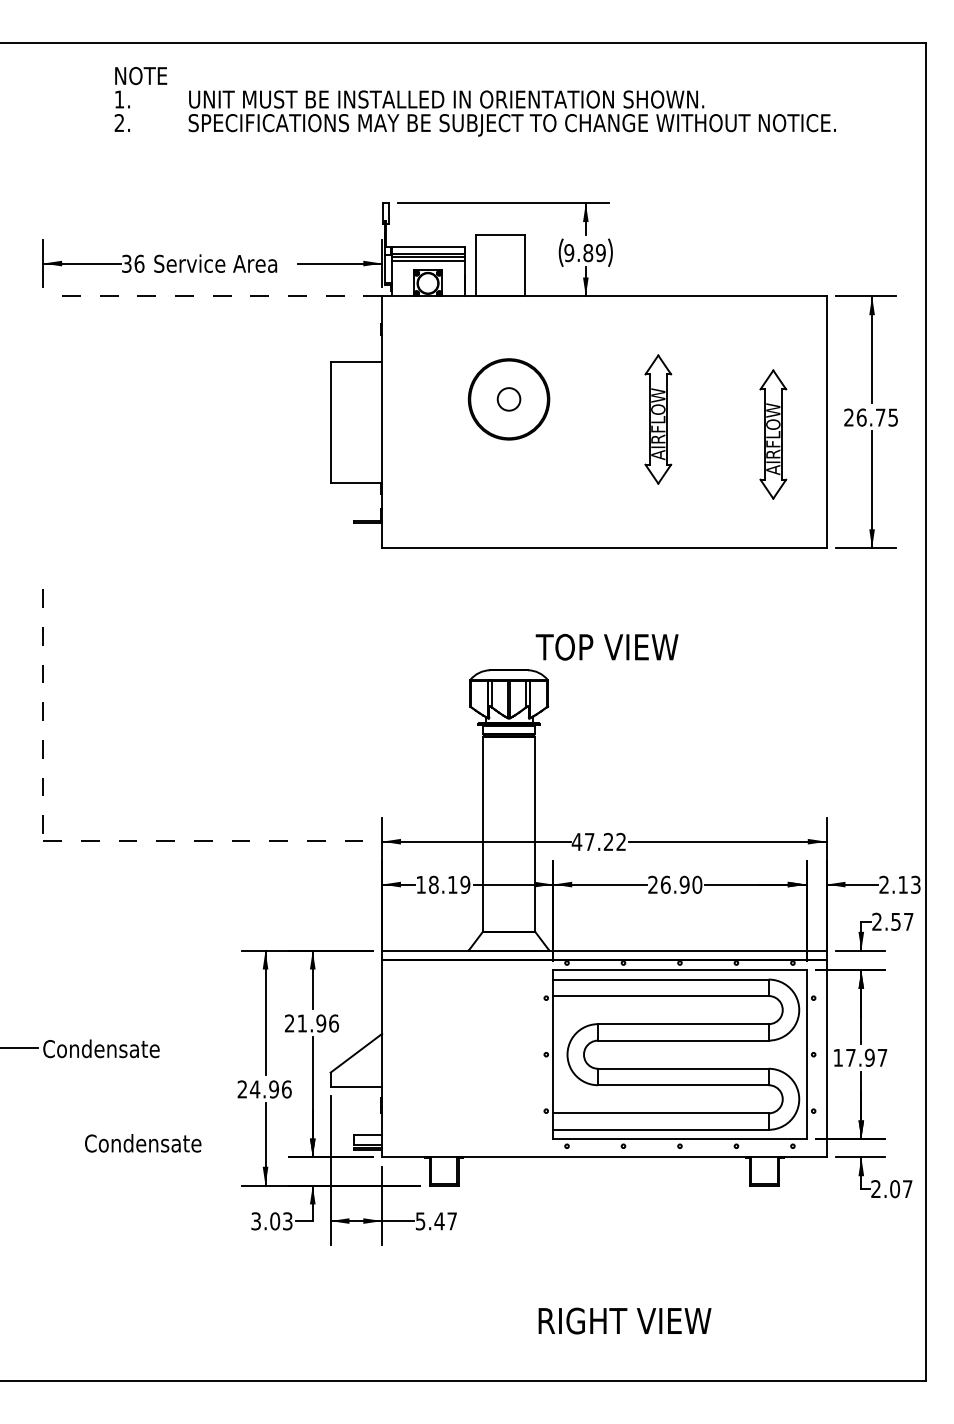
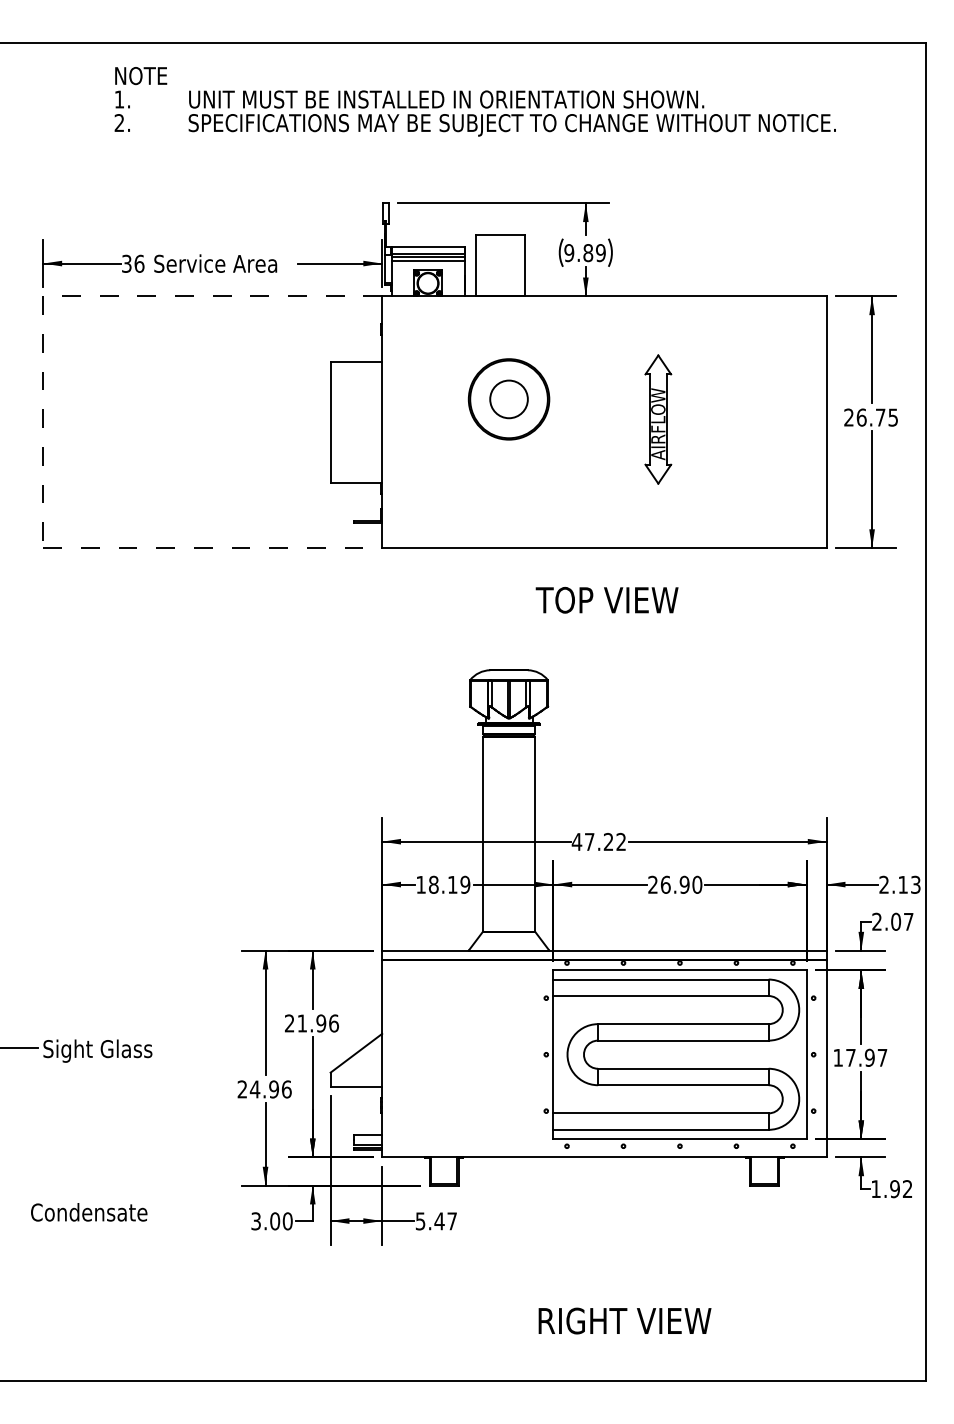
circle at (508, 399) diameter: 23 px -> 38 px
part at (773, 434): present -> none
text at (606, 646) position: (606, 646) -> (606, 599)
part at (202, 840) position: (202, 840) -> (202, 547)
text at (896, 921): 2.57 -> 2.07
text at (101, 1050): Condensate -> Sight Glass
text at (143, 1143) position: (143, 1143) -> (89, 1212)
text at (891, 1189): 2.07 -> 1.92
text at (287, 1221): 3.03 -> 3.00
